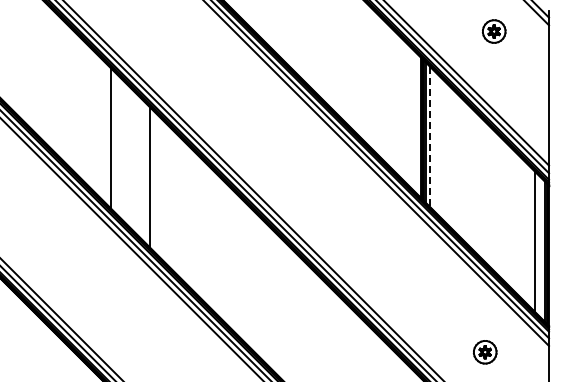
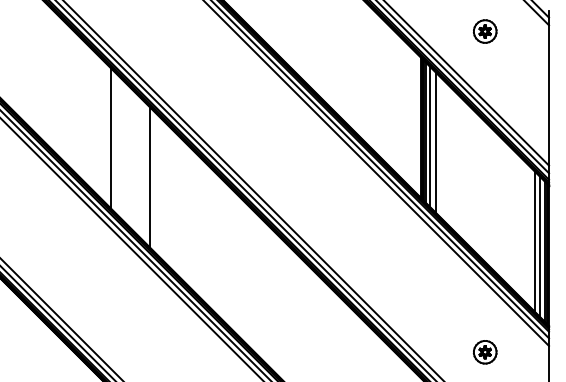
part at (494, 31) position: (494, 31) -> (485, 31)
line at (430, 137): dashed -> solid
line at (435, 142): none -> present
line at (540, 246): none -> present
